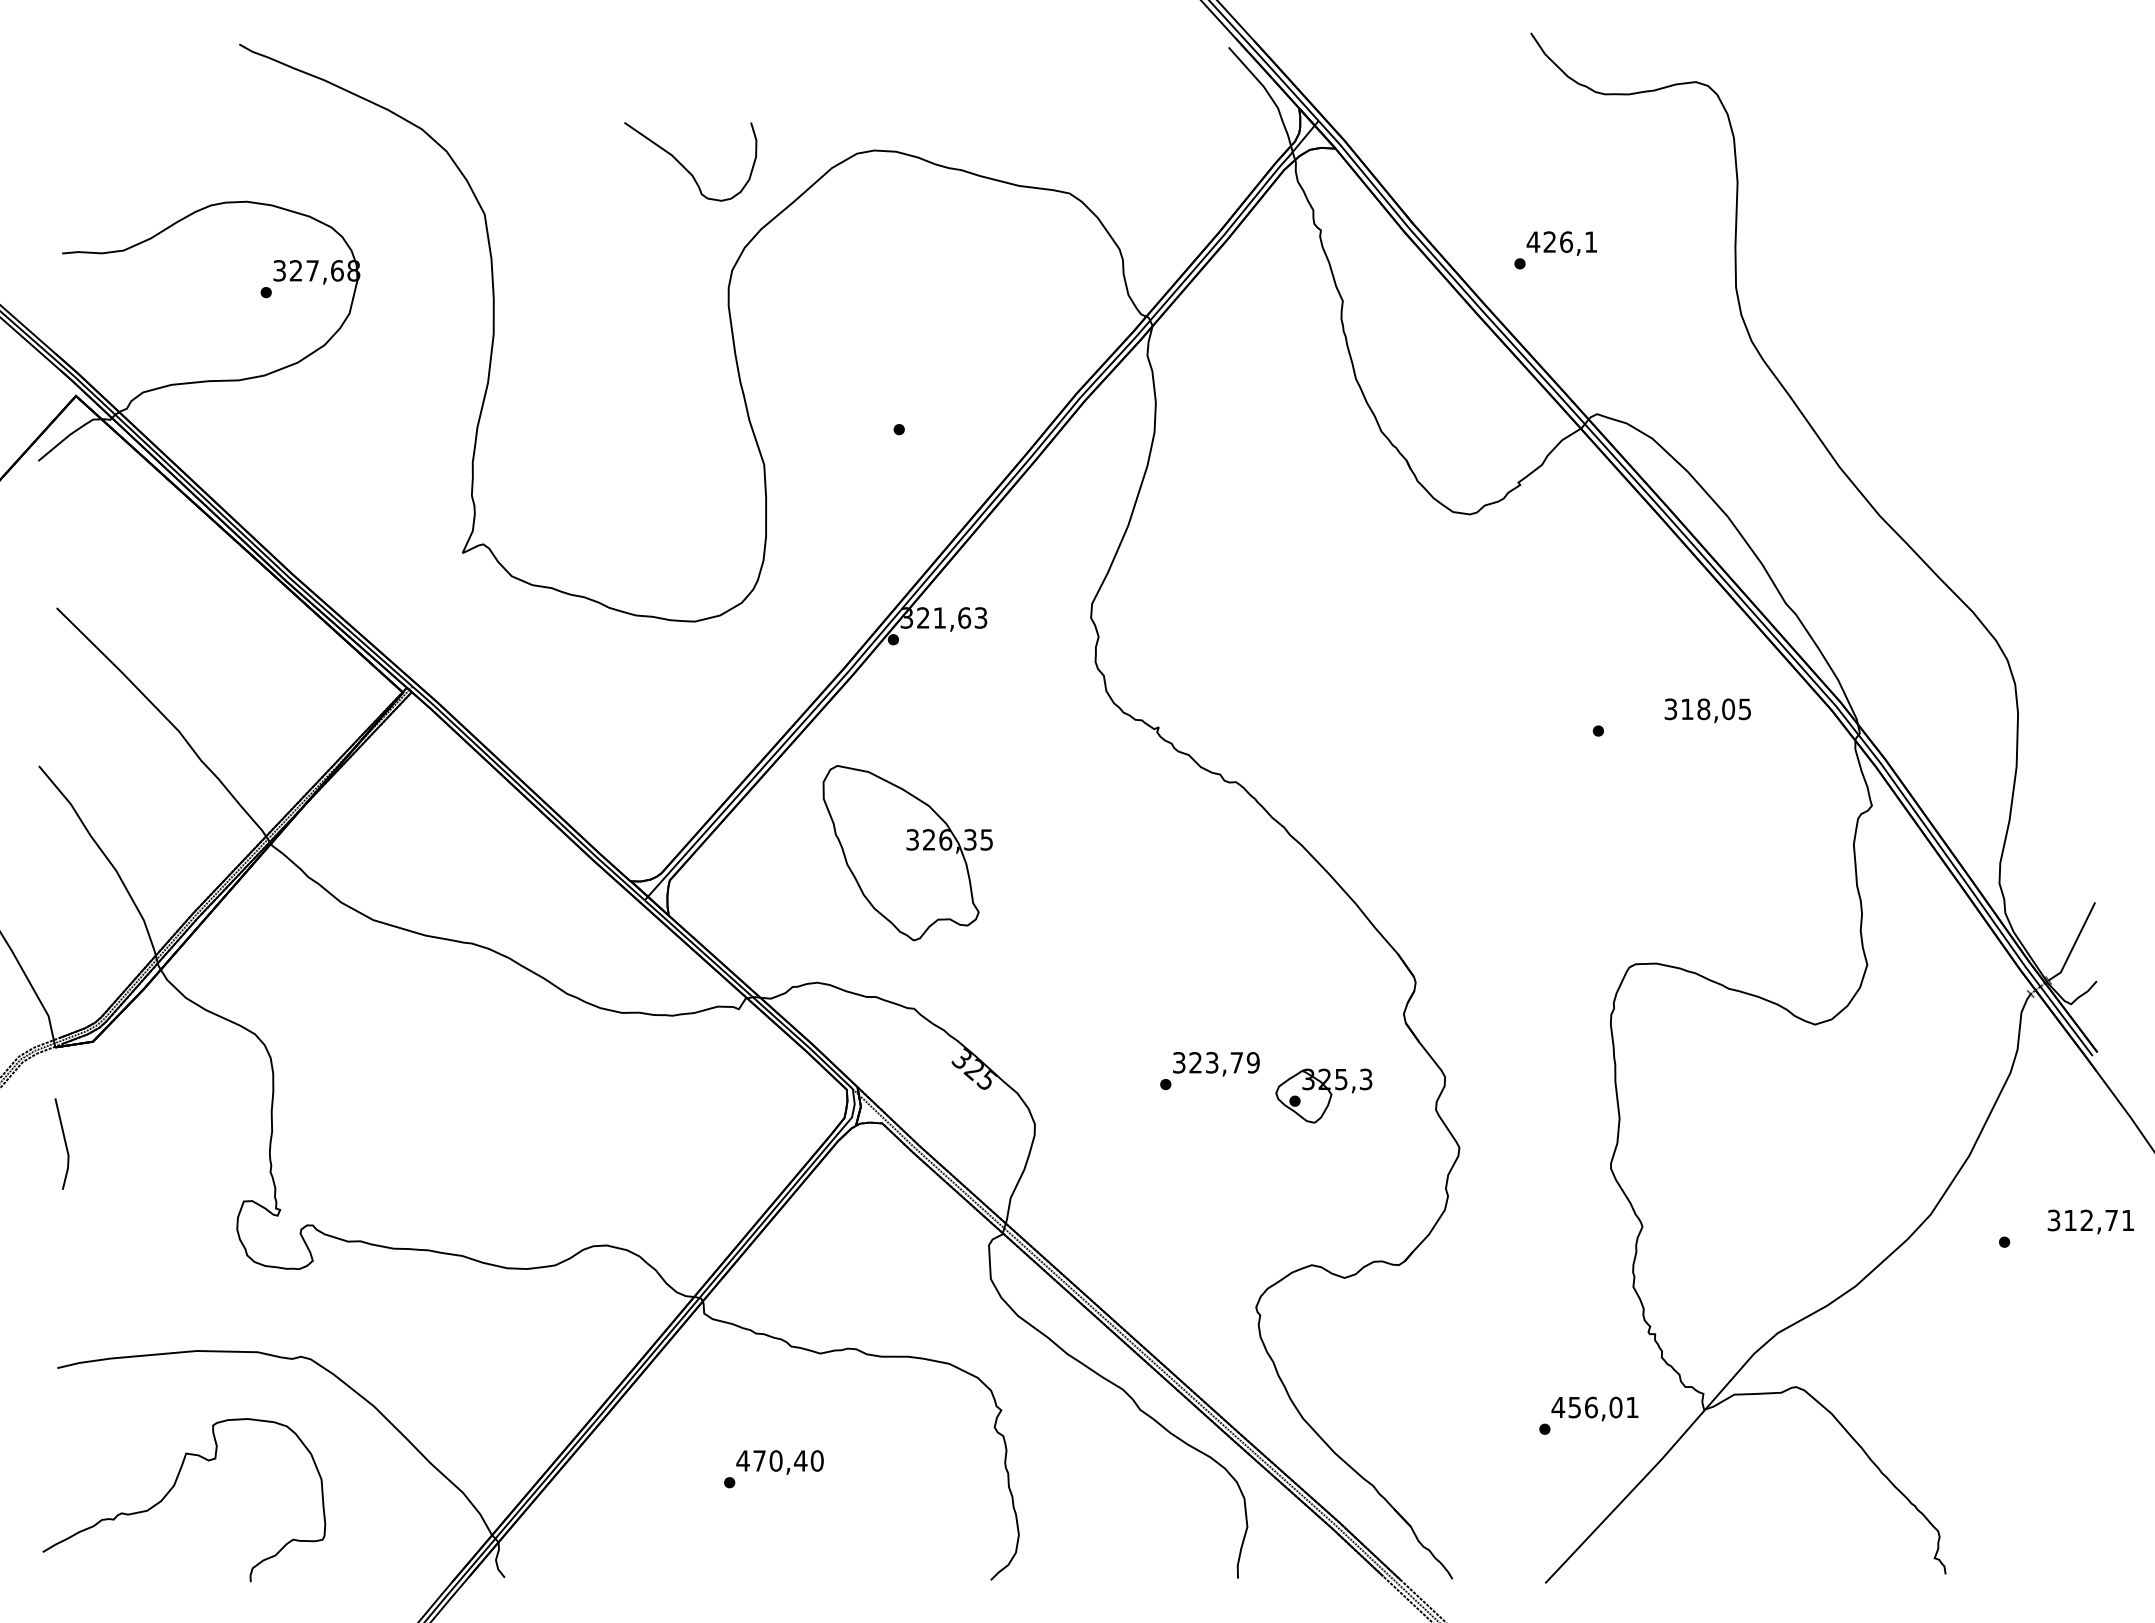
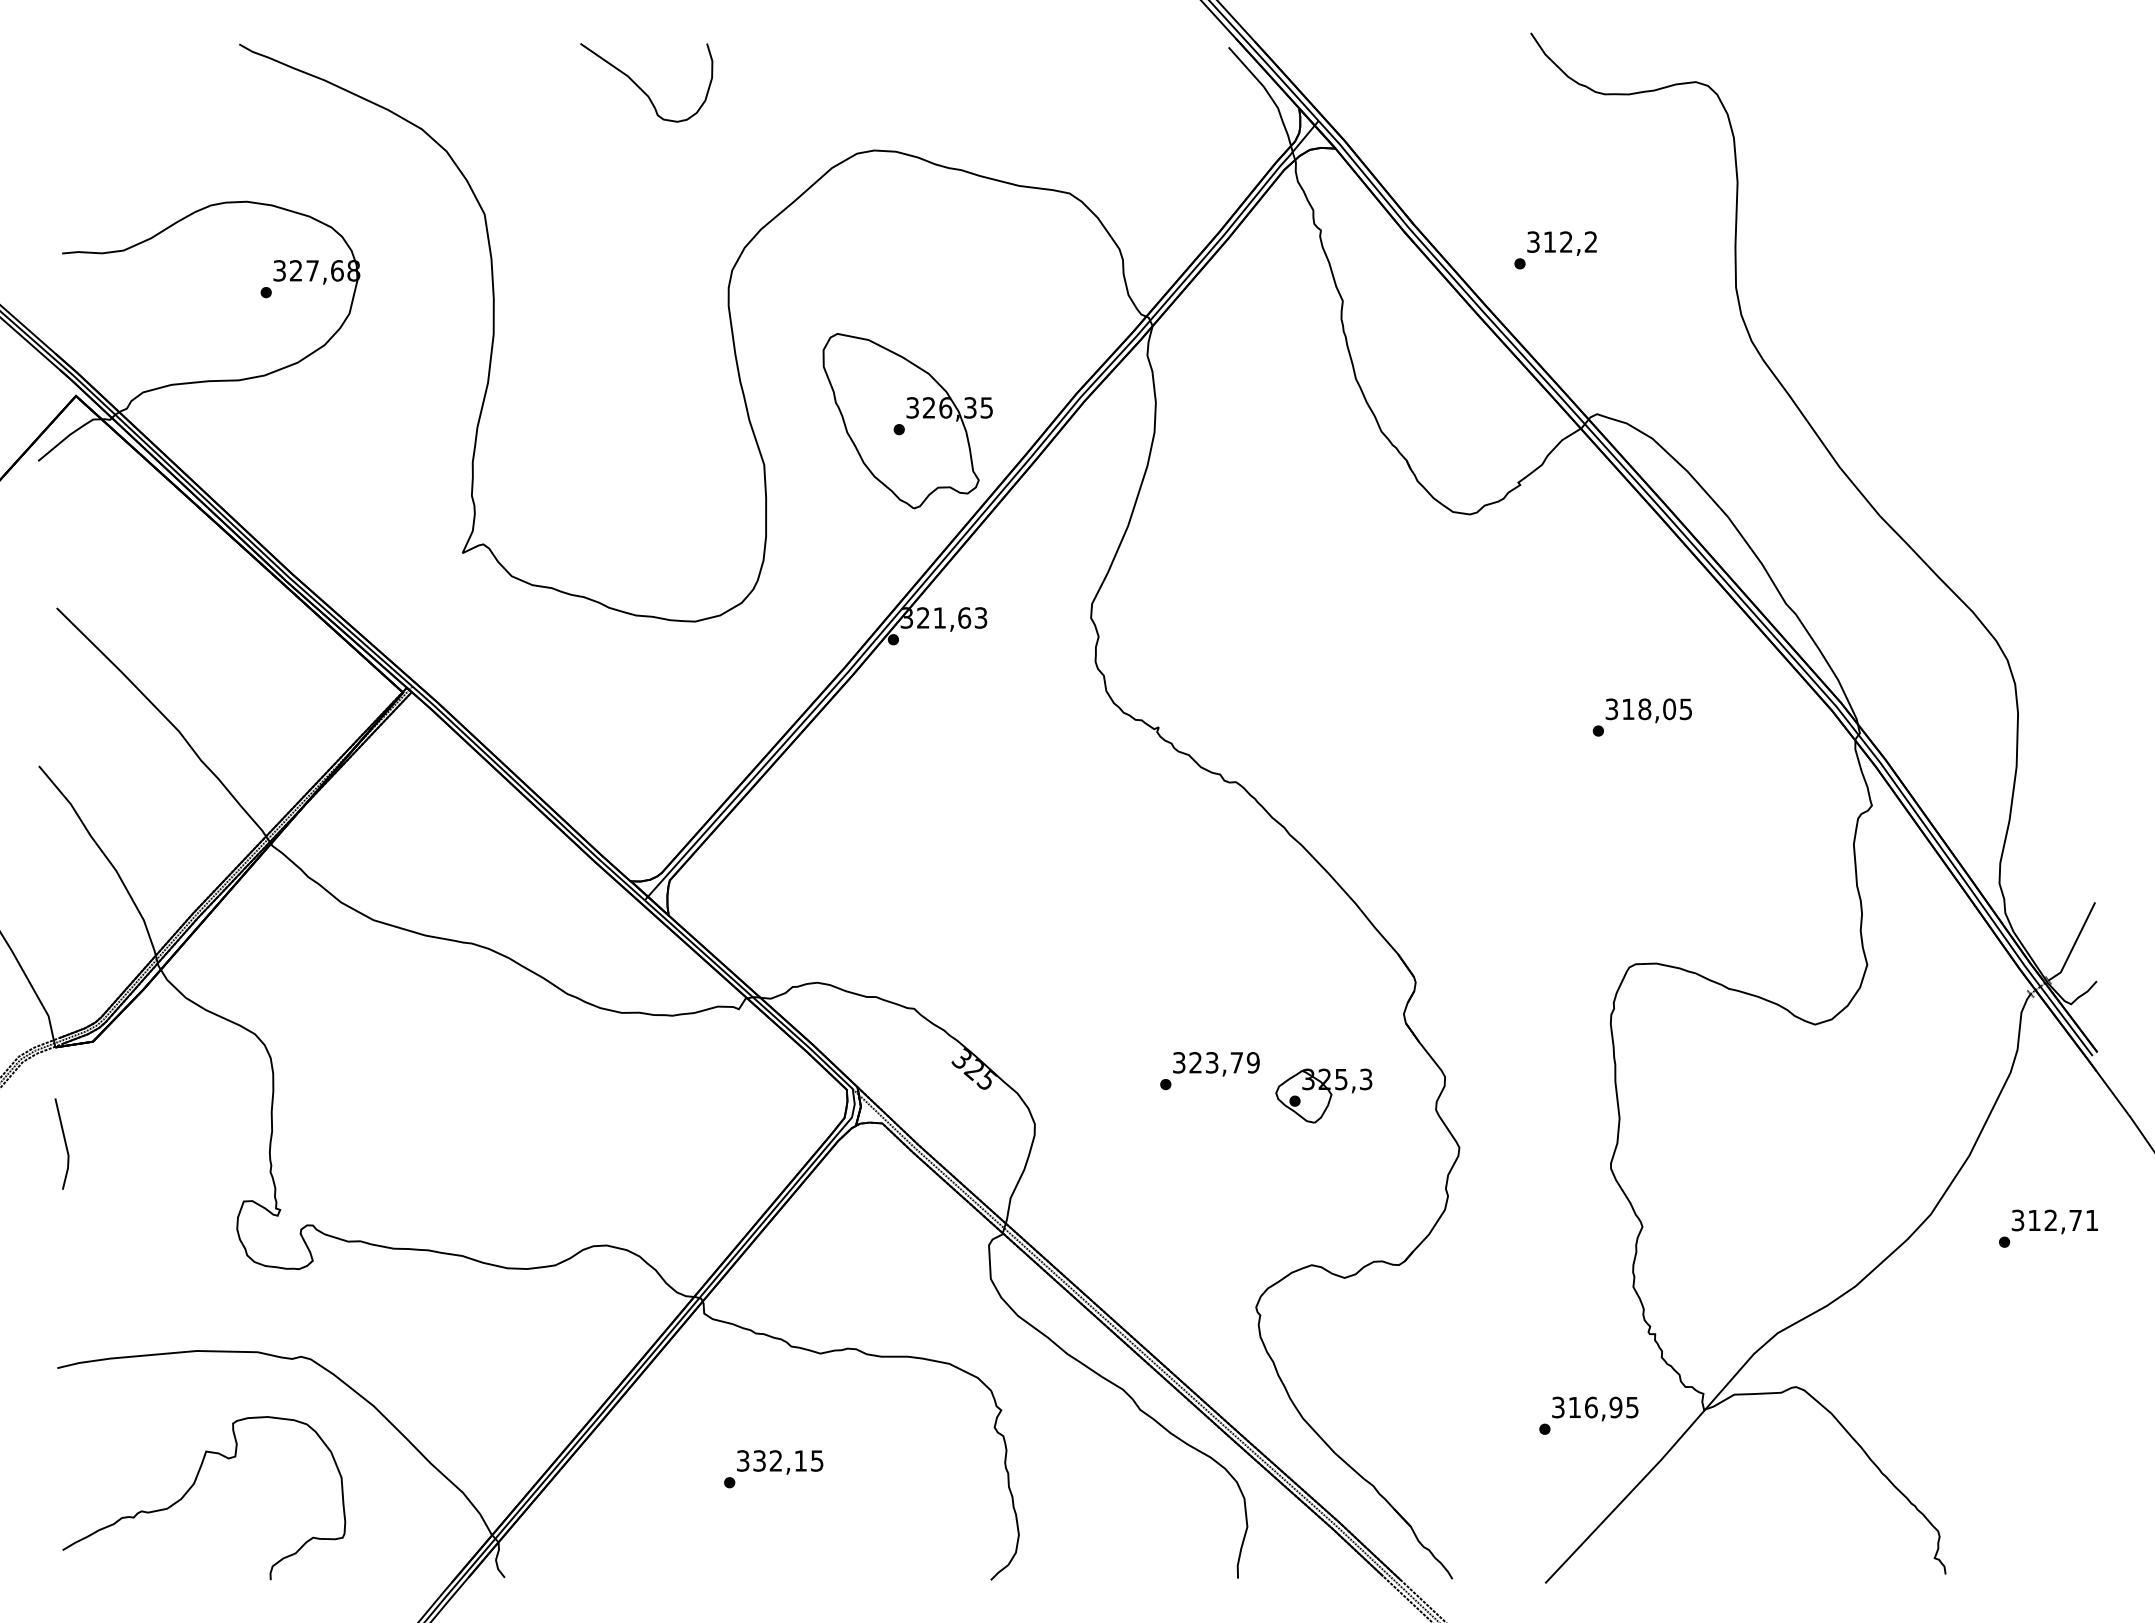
curve at (684, 166) position: (684, 166) -> (640, 87)
text at (1561, 241): 426,1 -> 312,2
text at (1707, 710) position: (1707, 710) -> (1648, 710)
part at (907, 853) position: (907, 853) -> (907, 421)
text at (2090, 1221) position: (2090, 1221) -> (2054, 1221)
text at (1594, 1407): 456,01 -> 316,95
text at (779, 1460): 470,40 -> 332,15
curve at (172, 1489) position: (172, 1489) -> (192, 1487)
